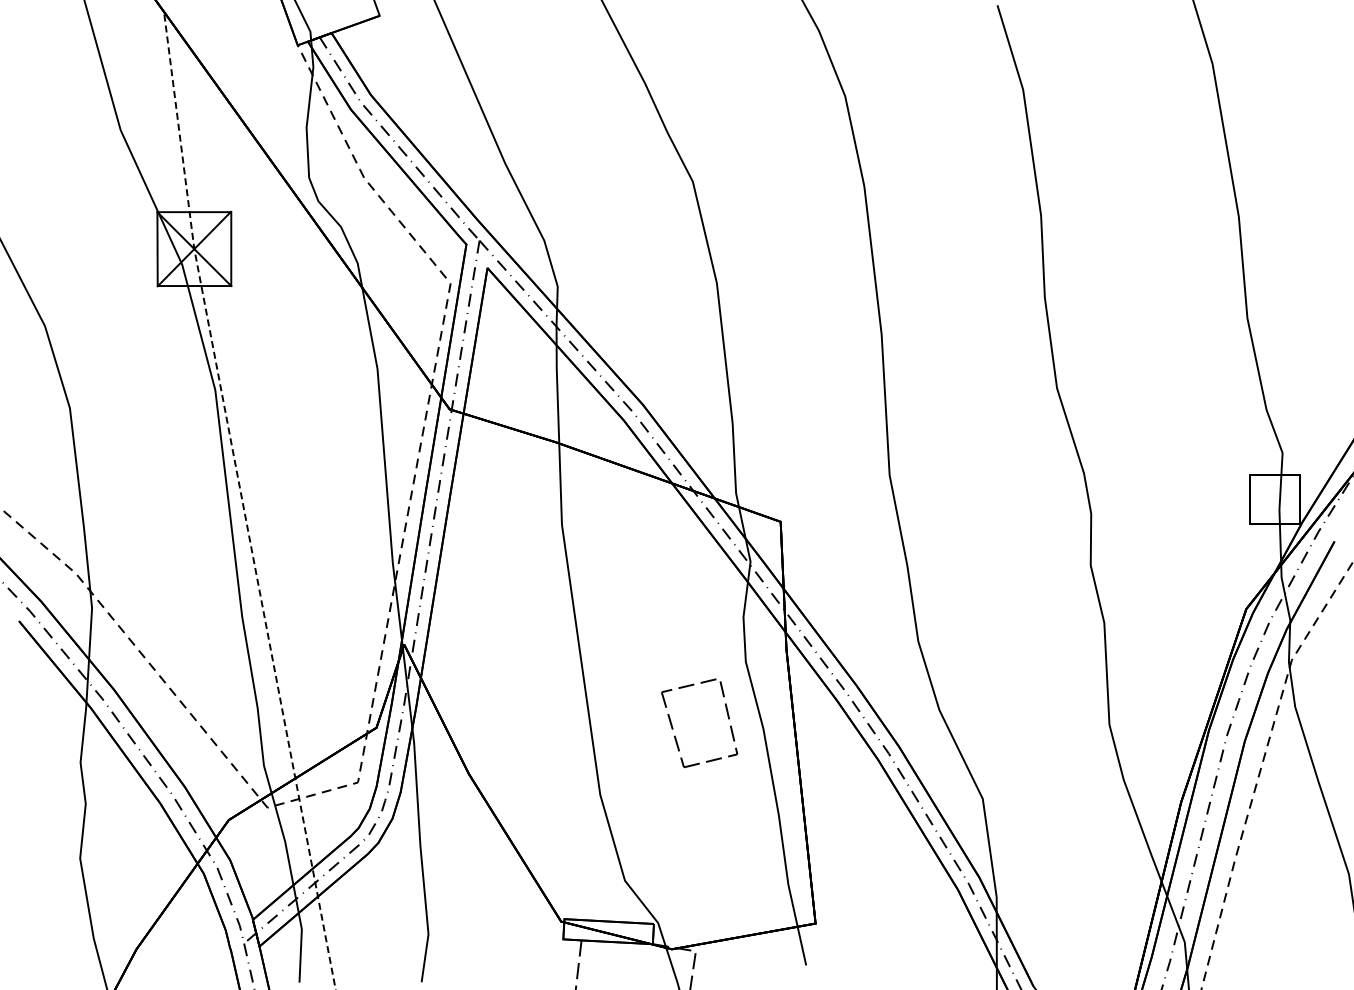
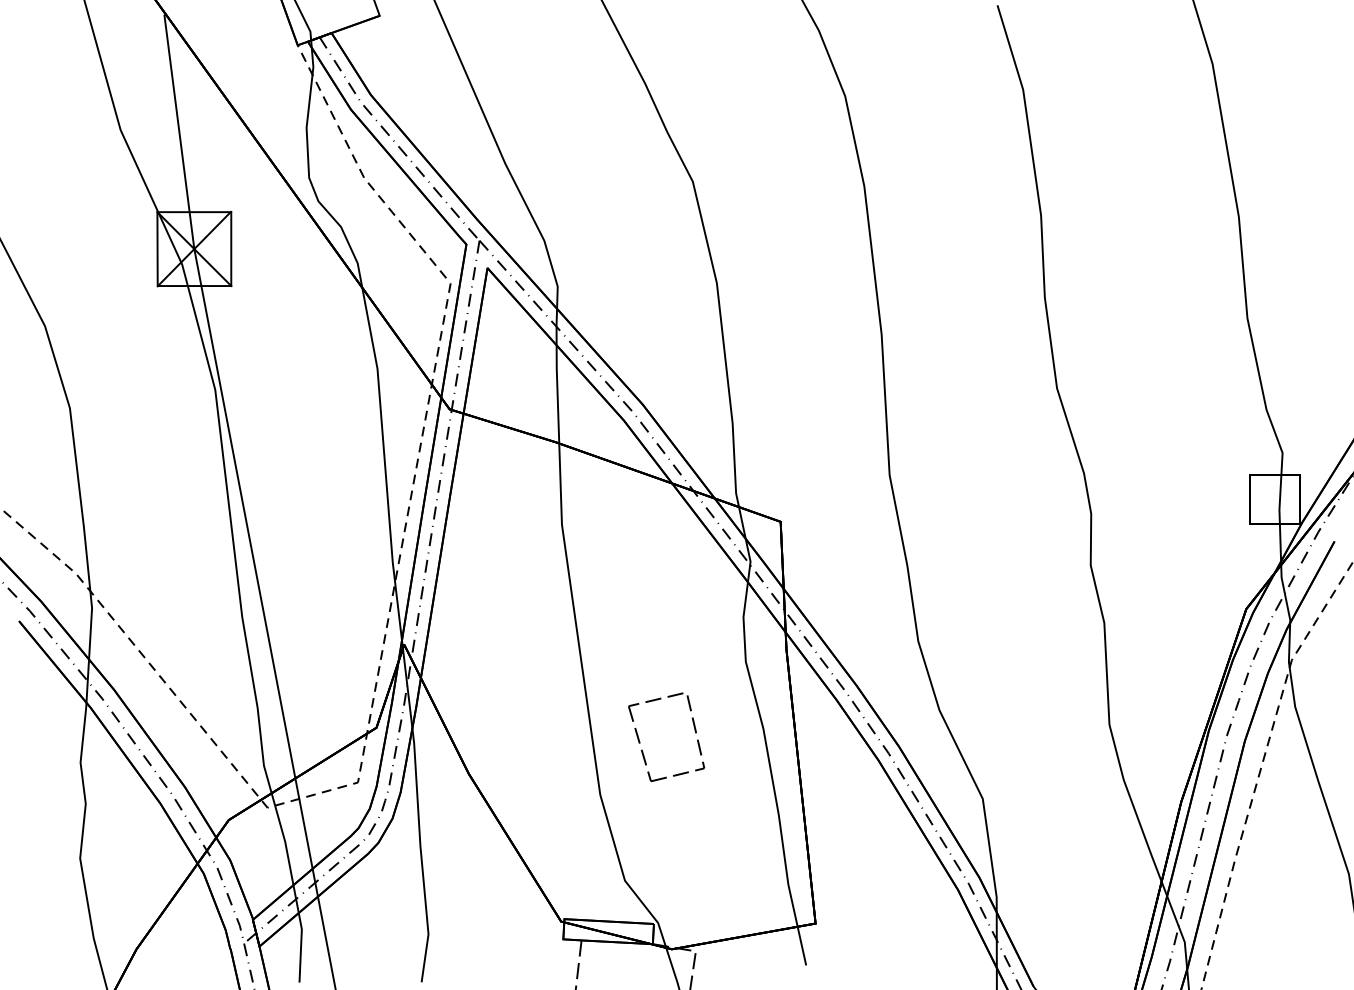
line at (242, 503): dashed -> solid
part at (673, 727) position: (673, 727) -> (640, 741)
